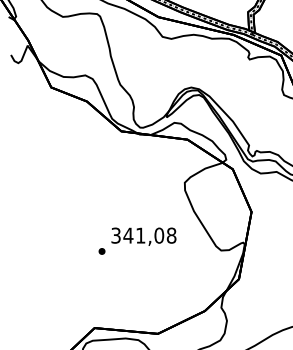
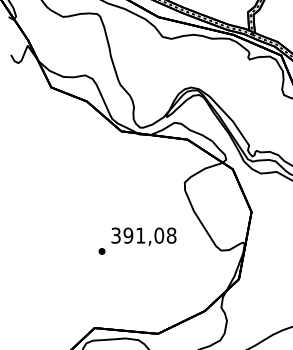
text at (128, 235): 341,08 -> 391,08
